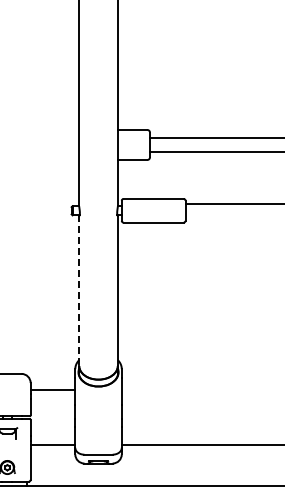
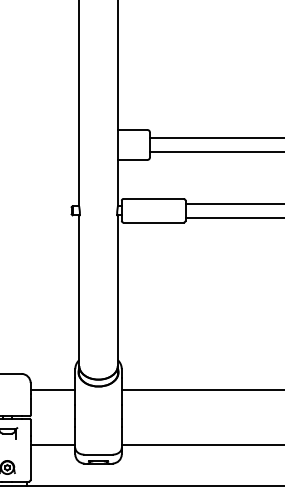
line at (233, 218): none -> present
line at (79, 291): dashed -> solid
line at (201, 390): none -> present
